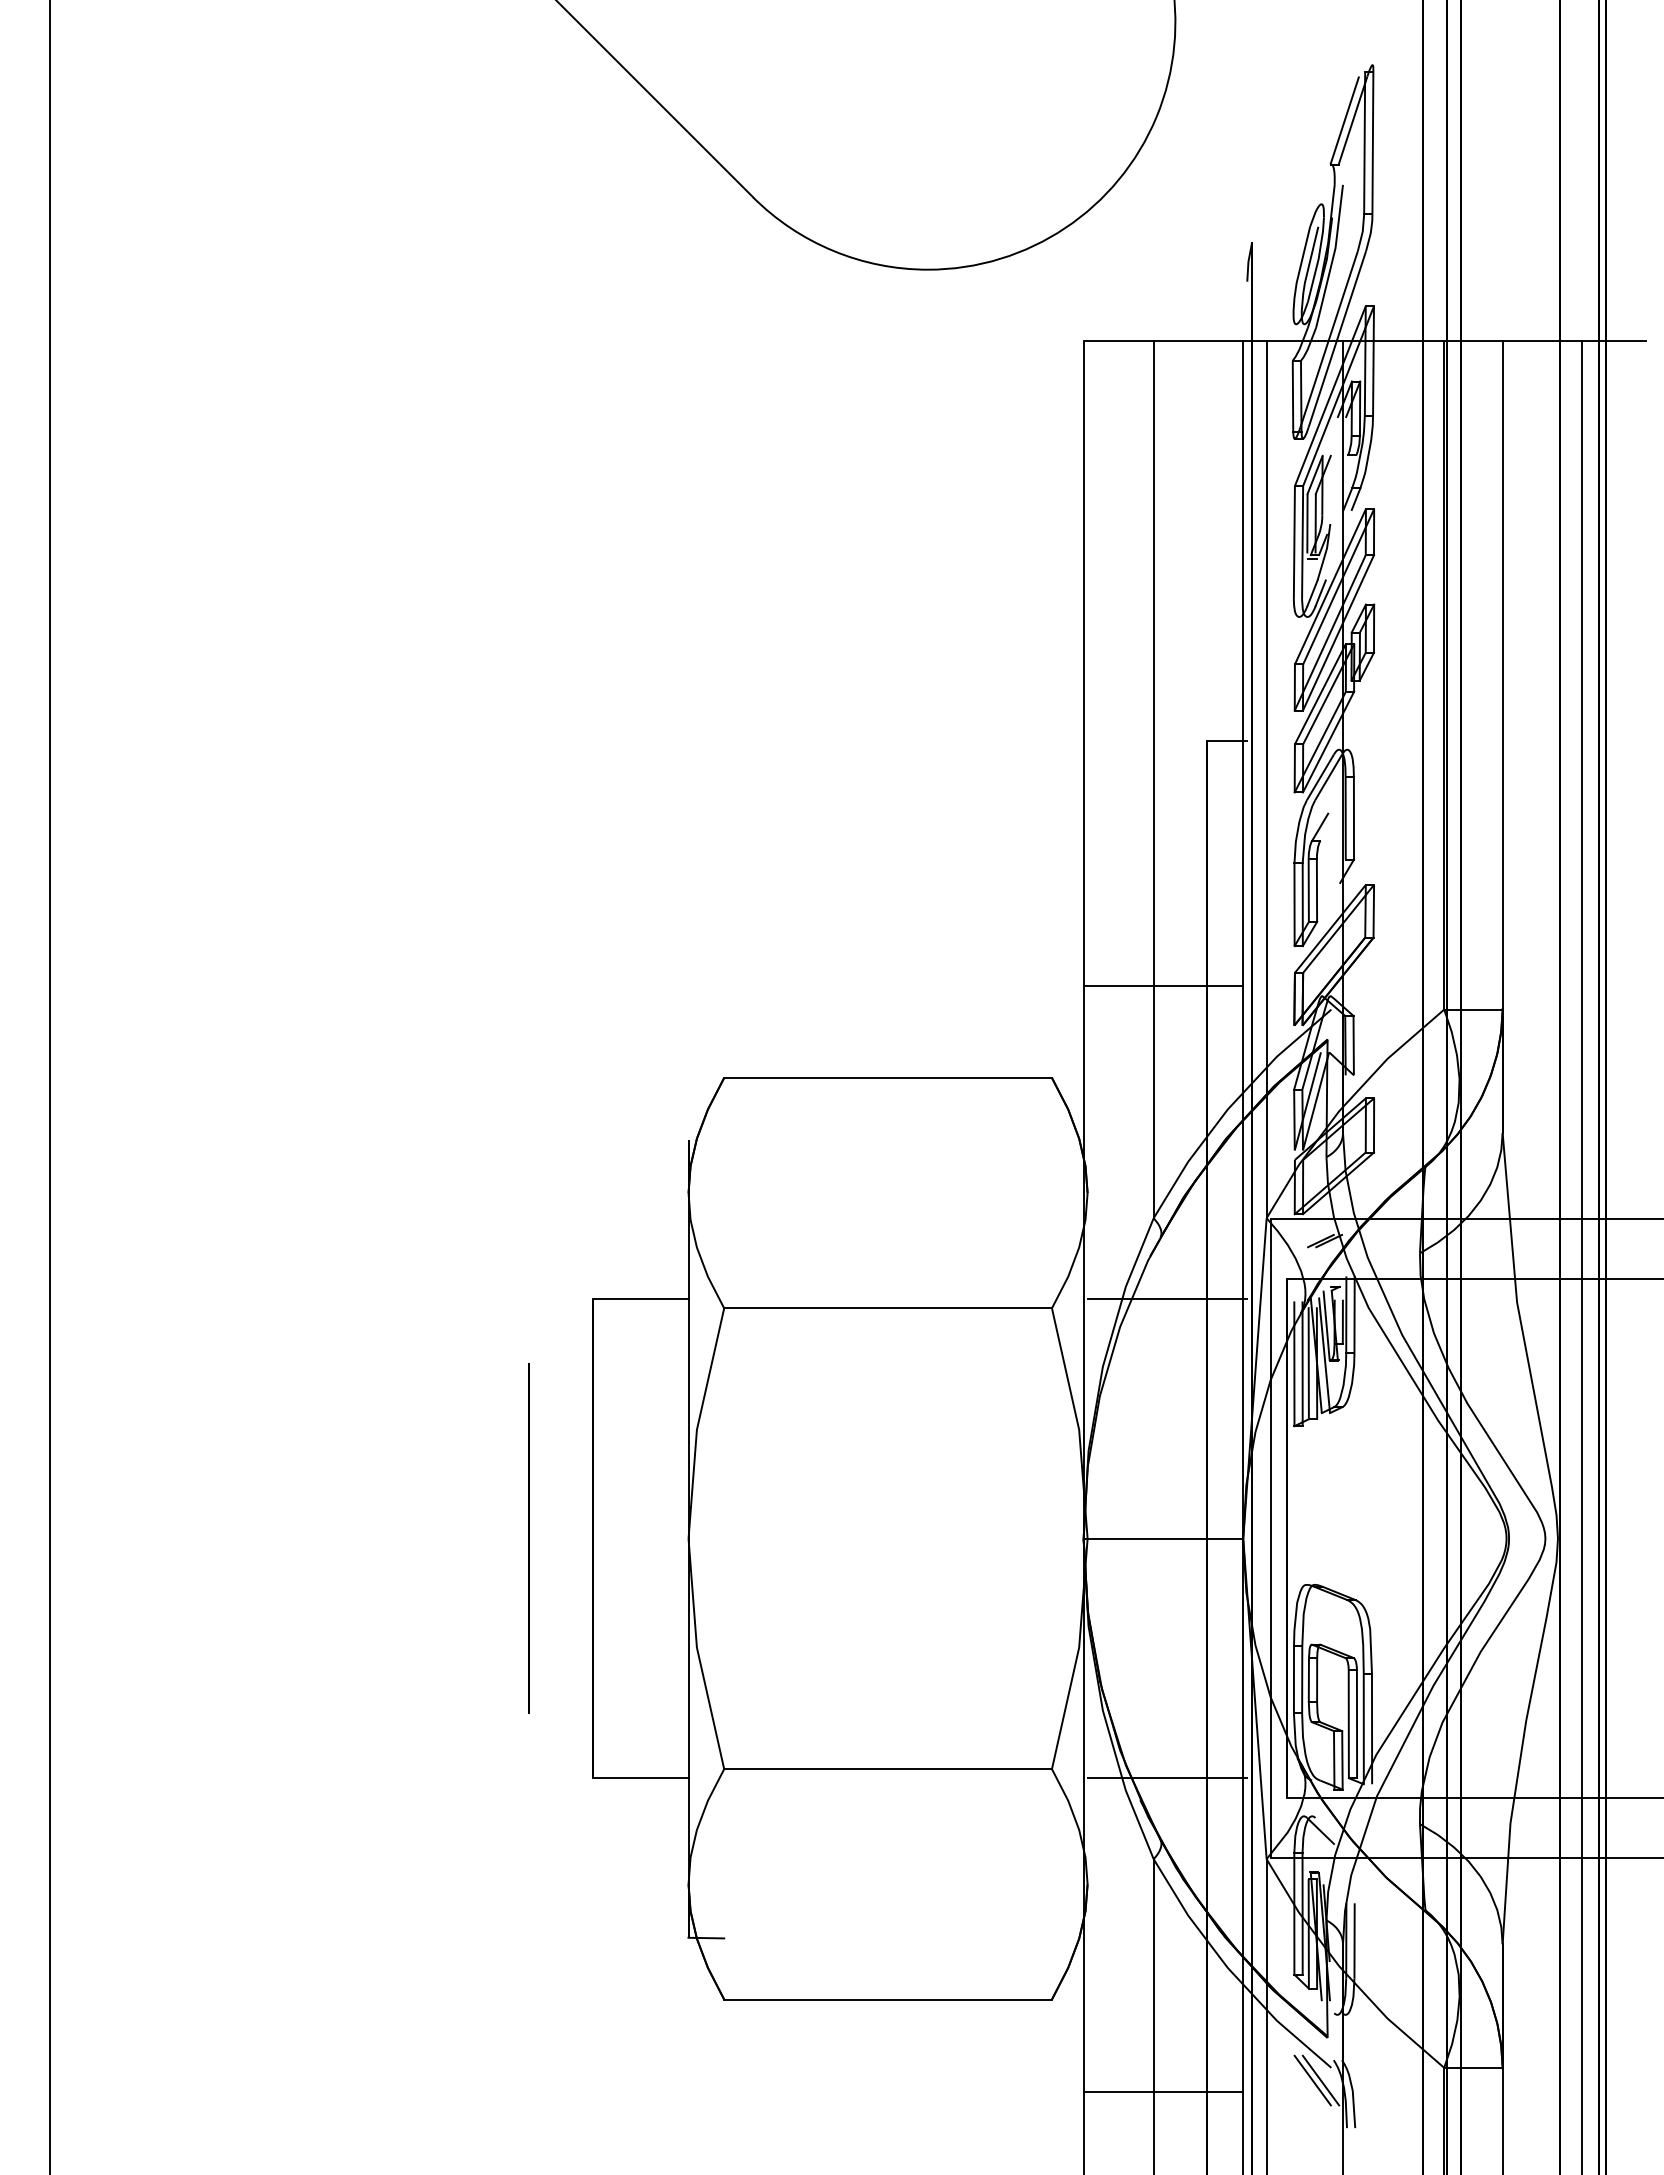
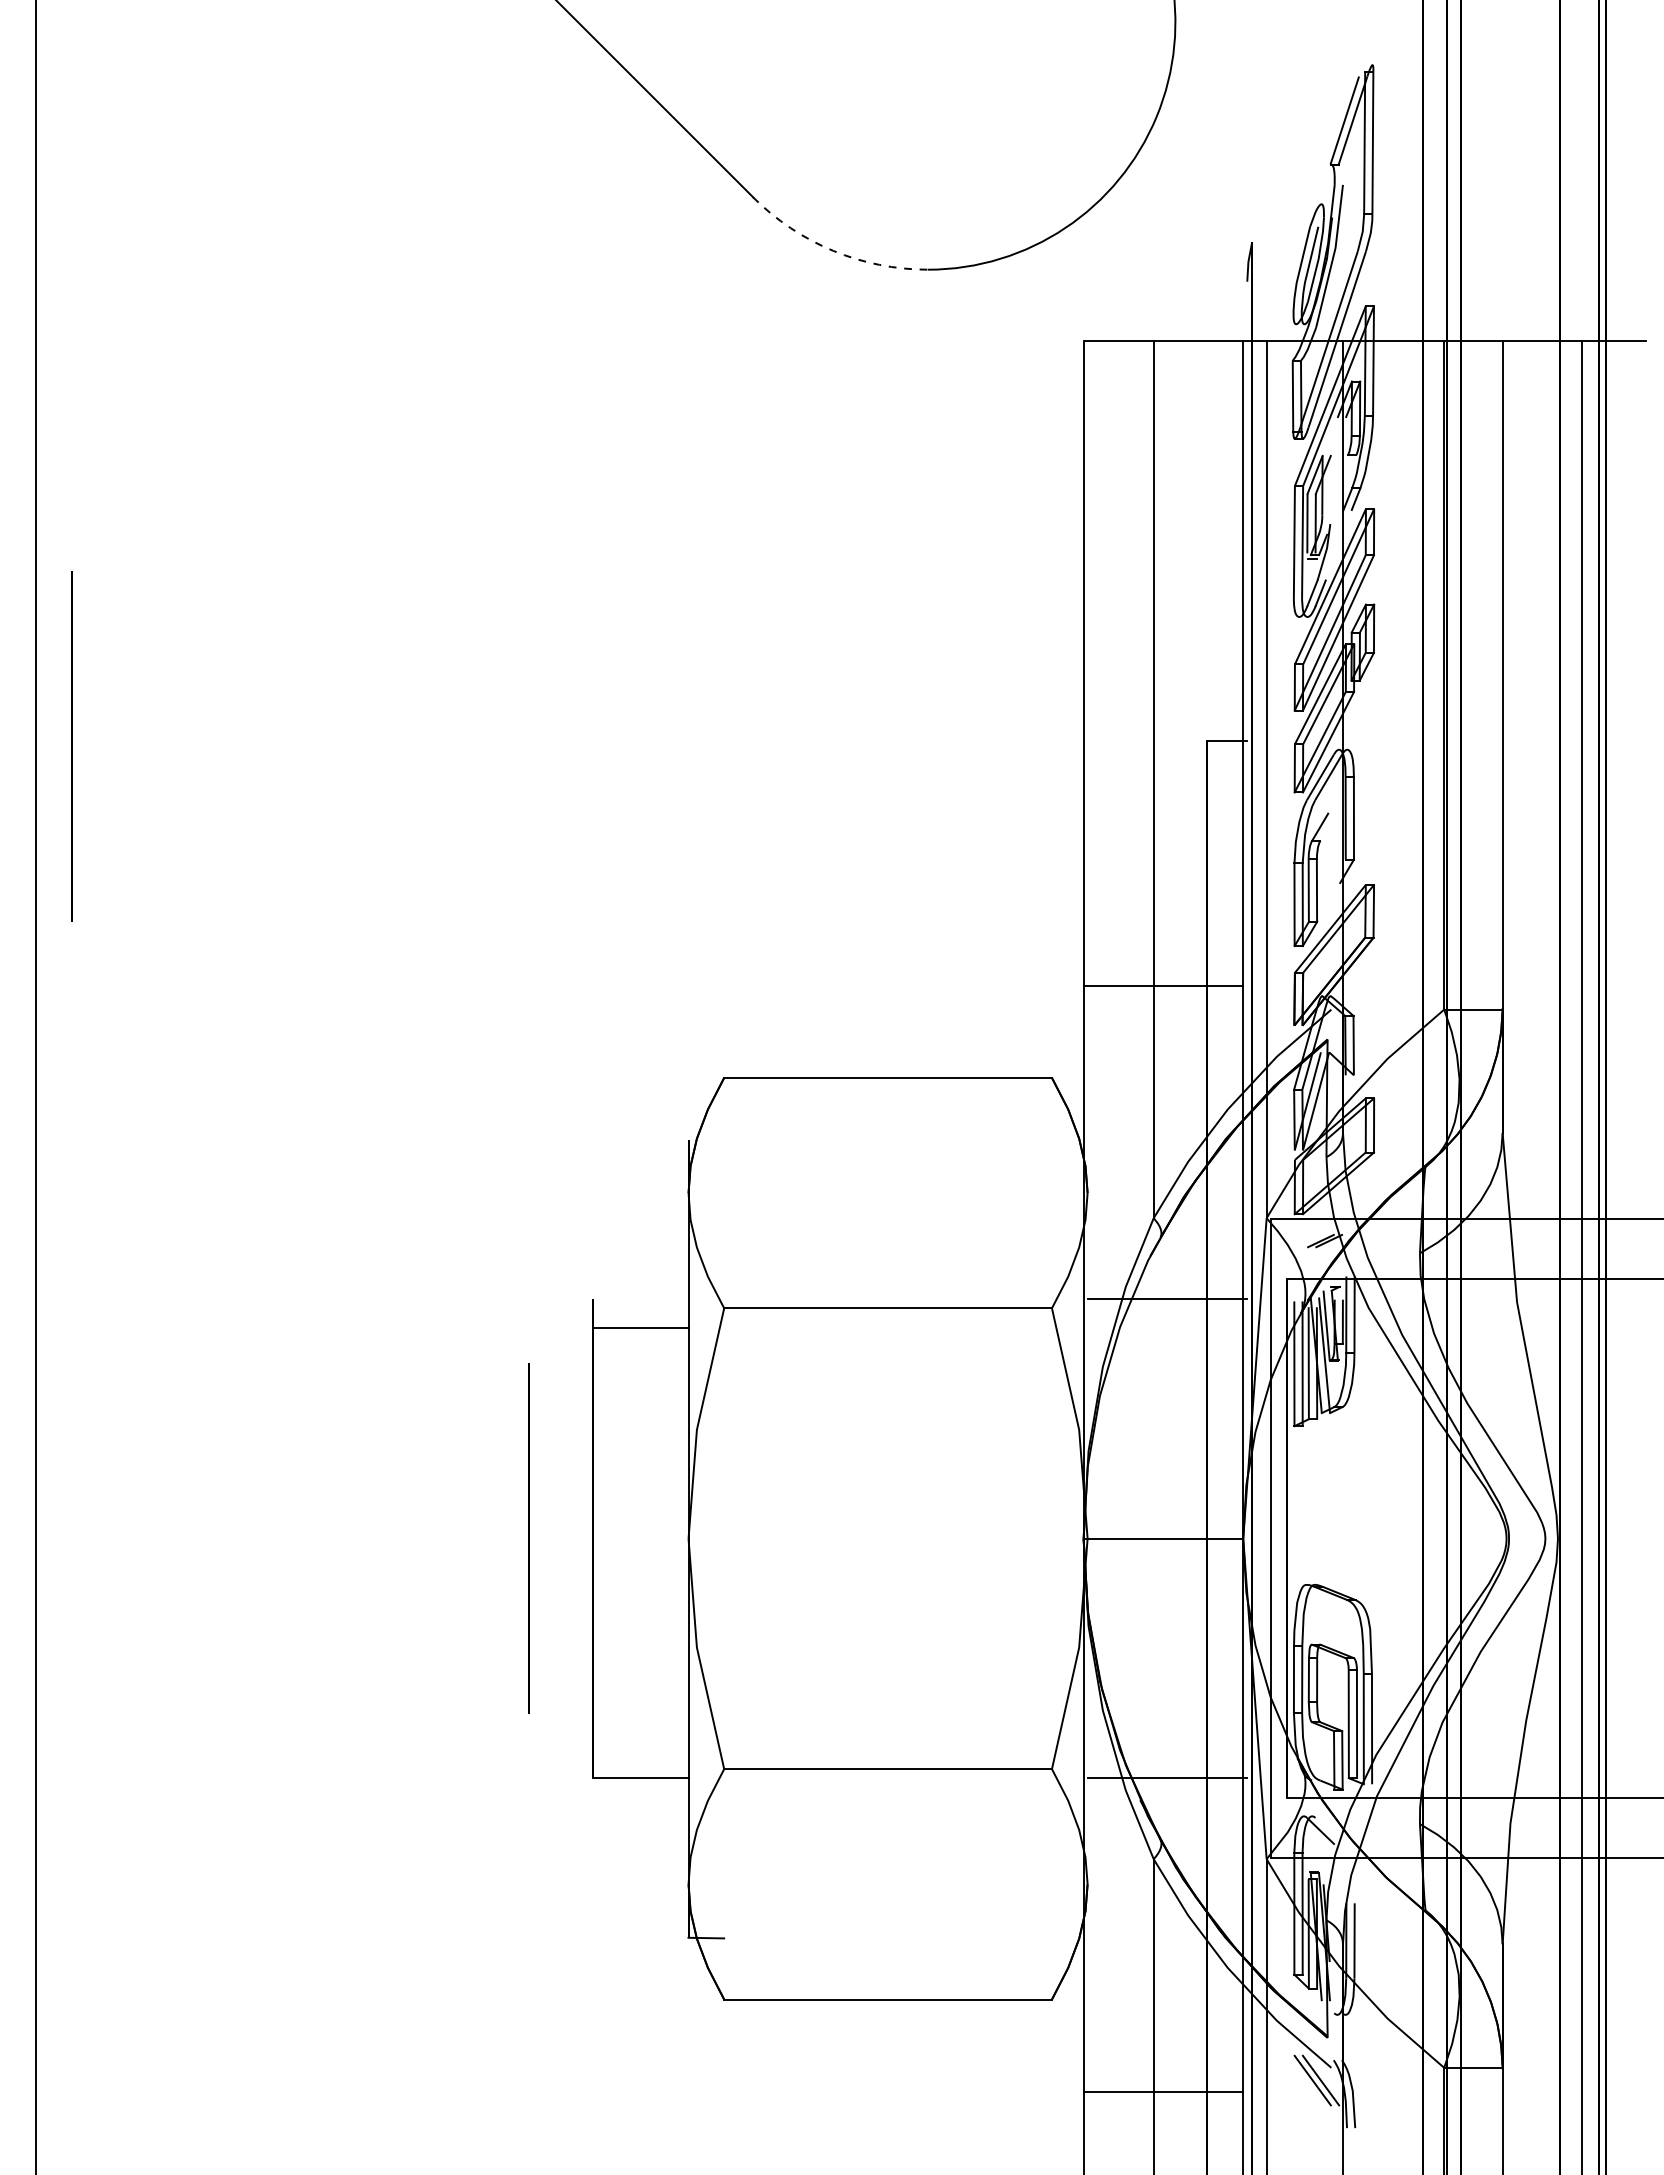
arc at (833, 250): solid -> dashed
line at (71, 746): none -> present
line at (50, 1086) position: (50, 1086) -> (36, 1086)
line at (640, 1299) position: (640, 1299) -> (640, 1328)
